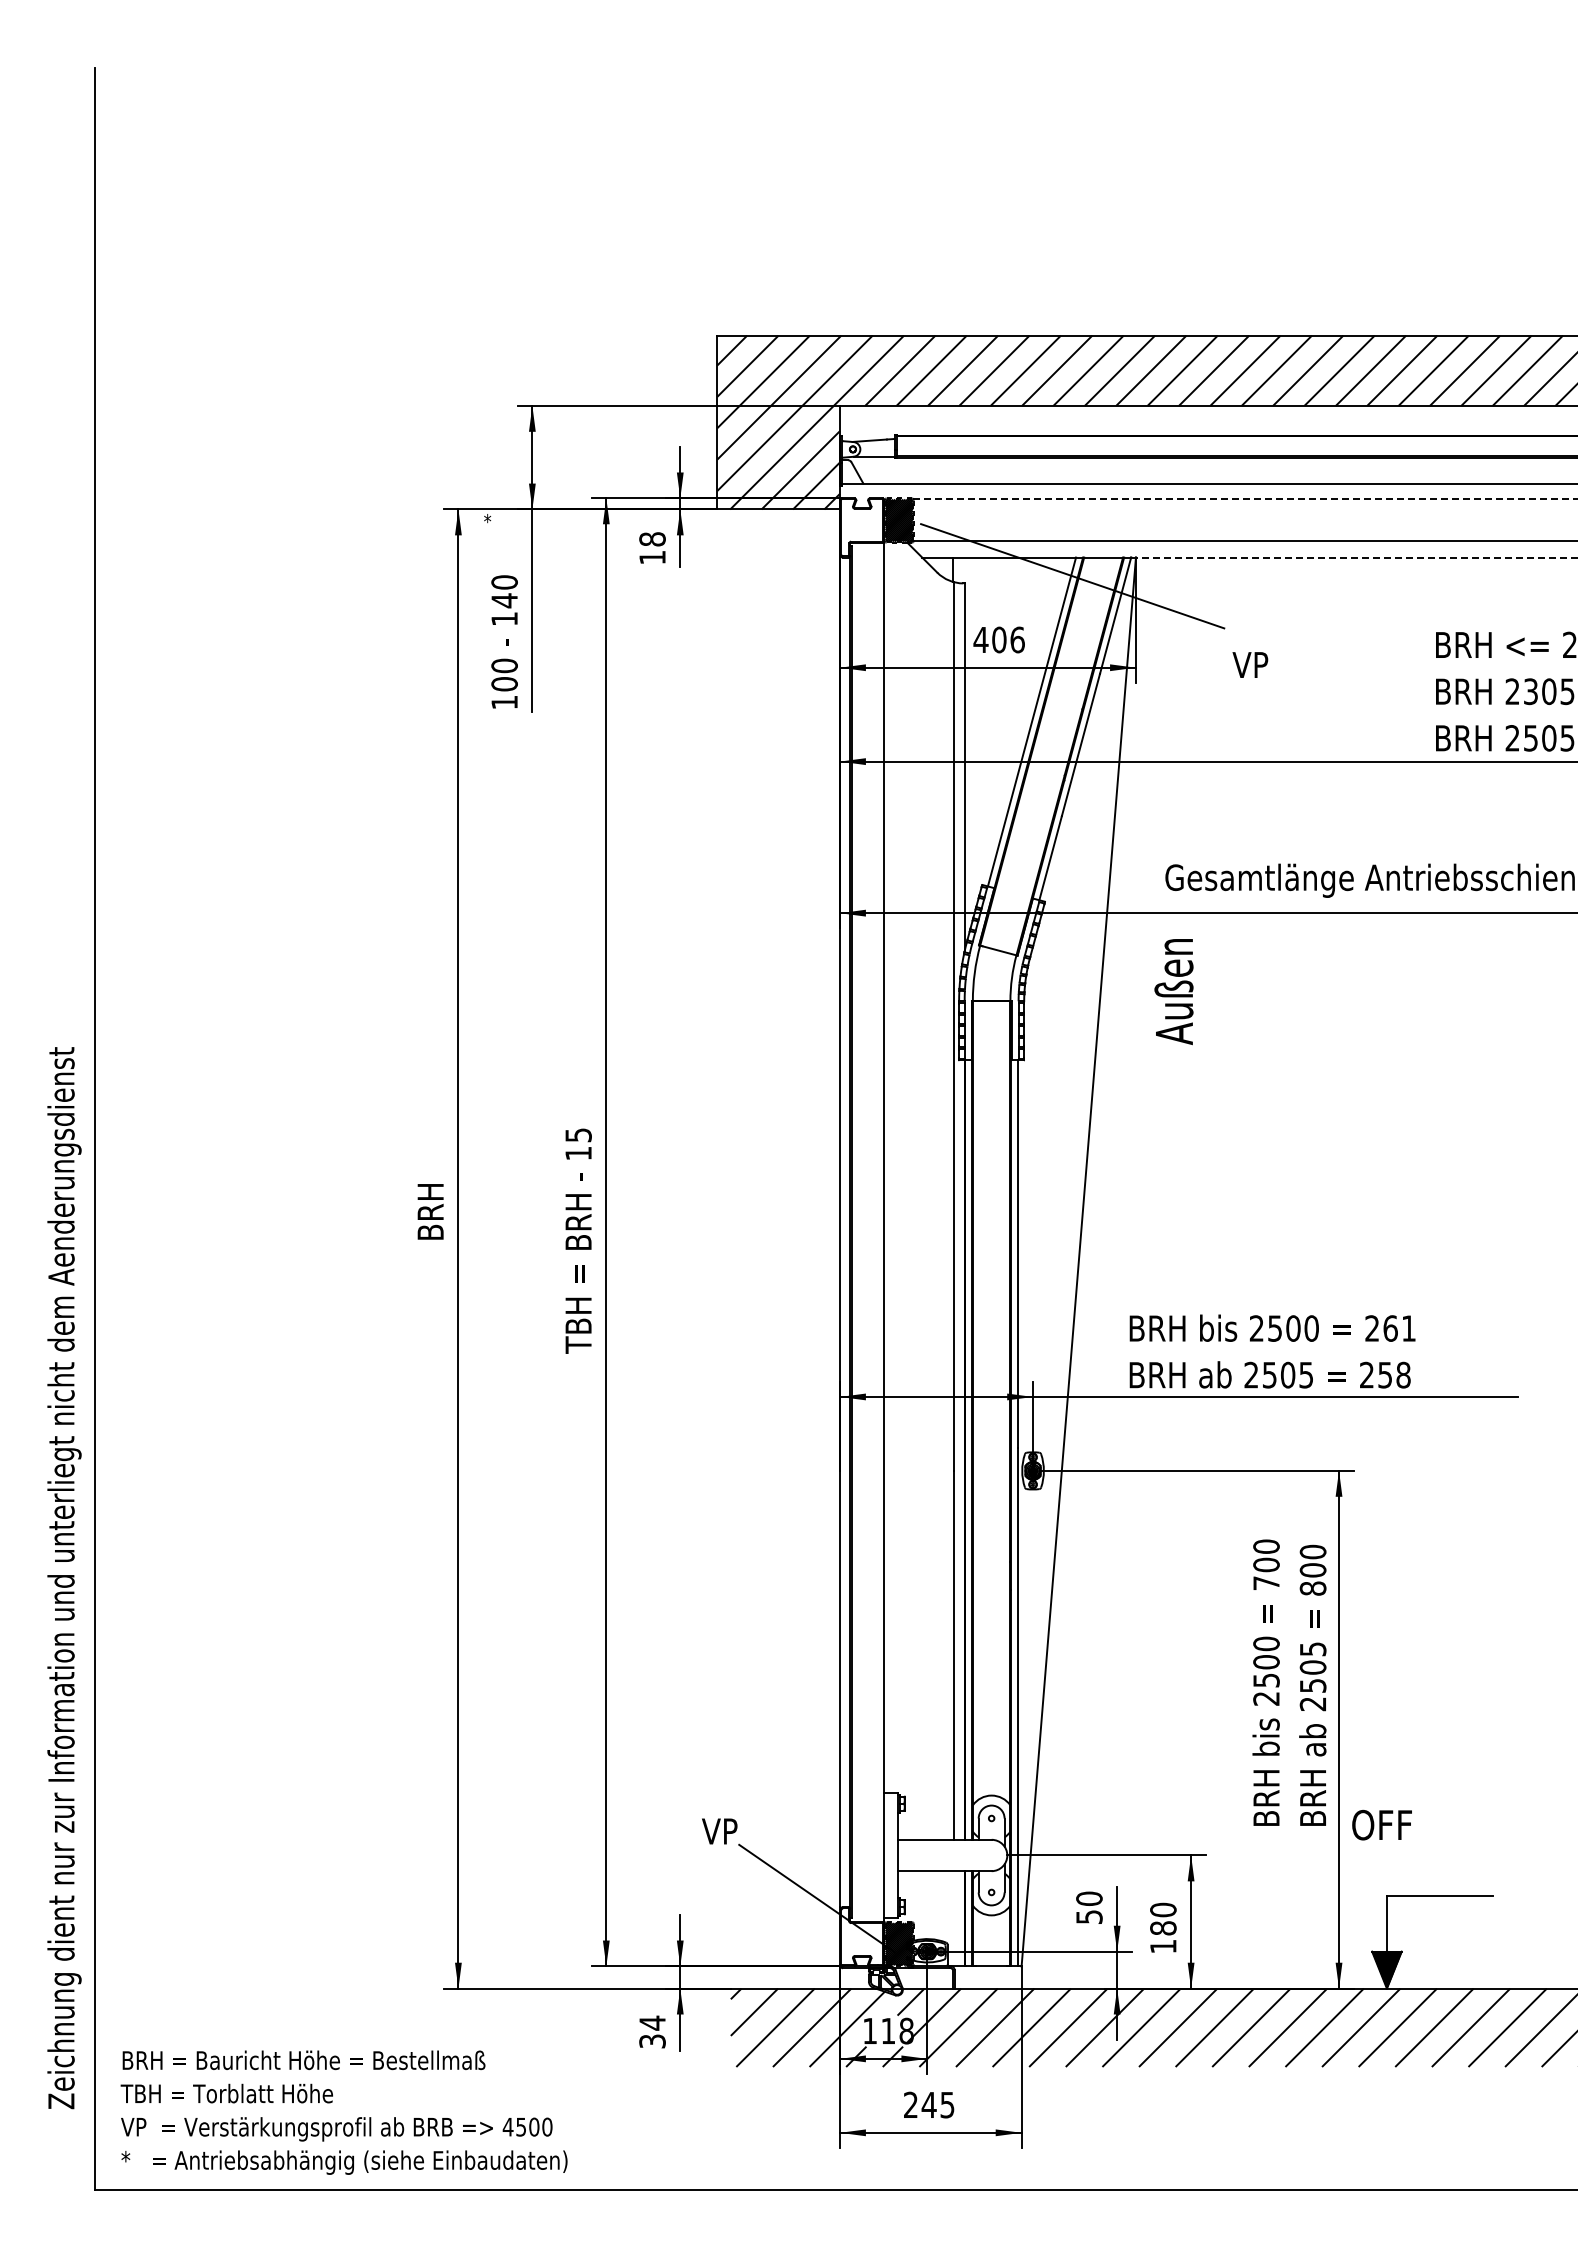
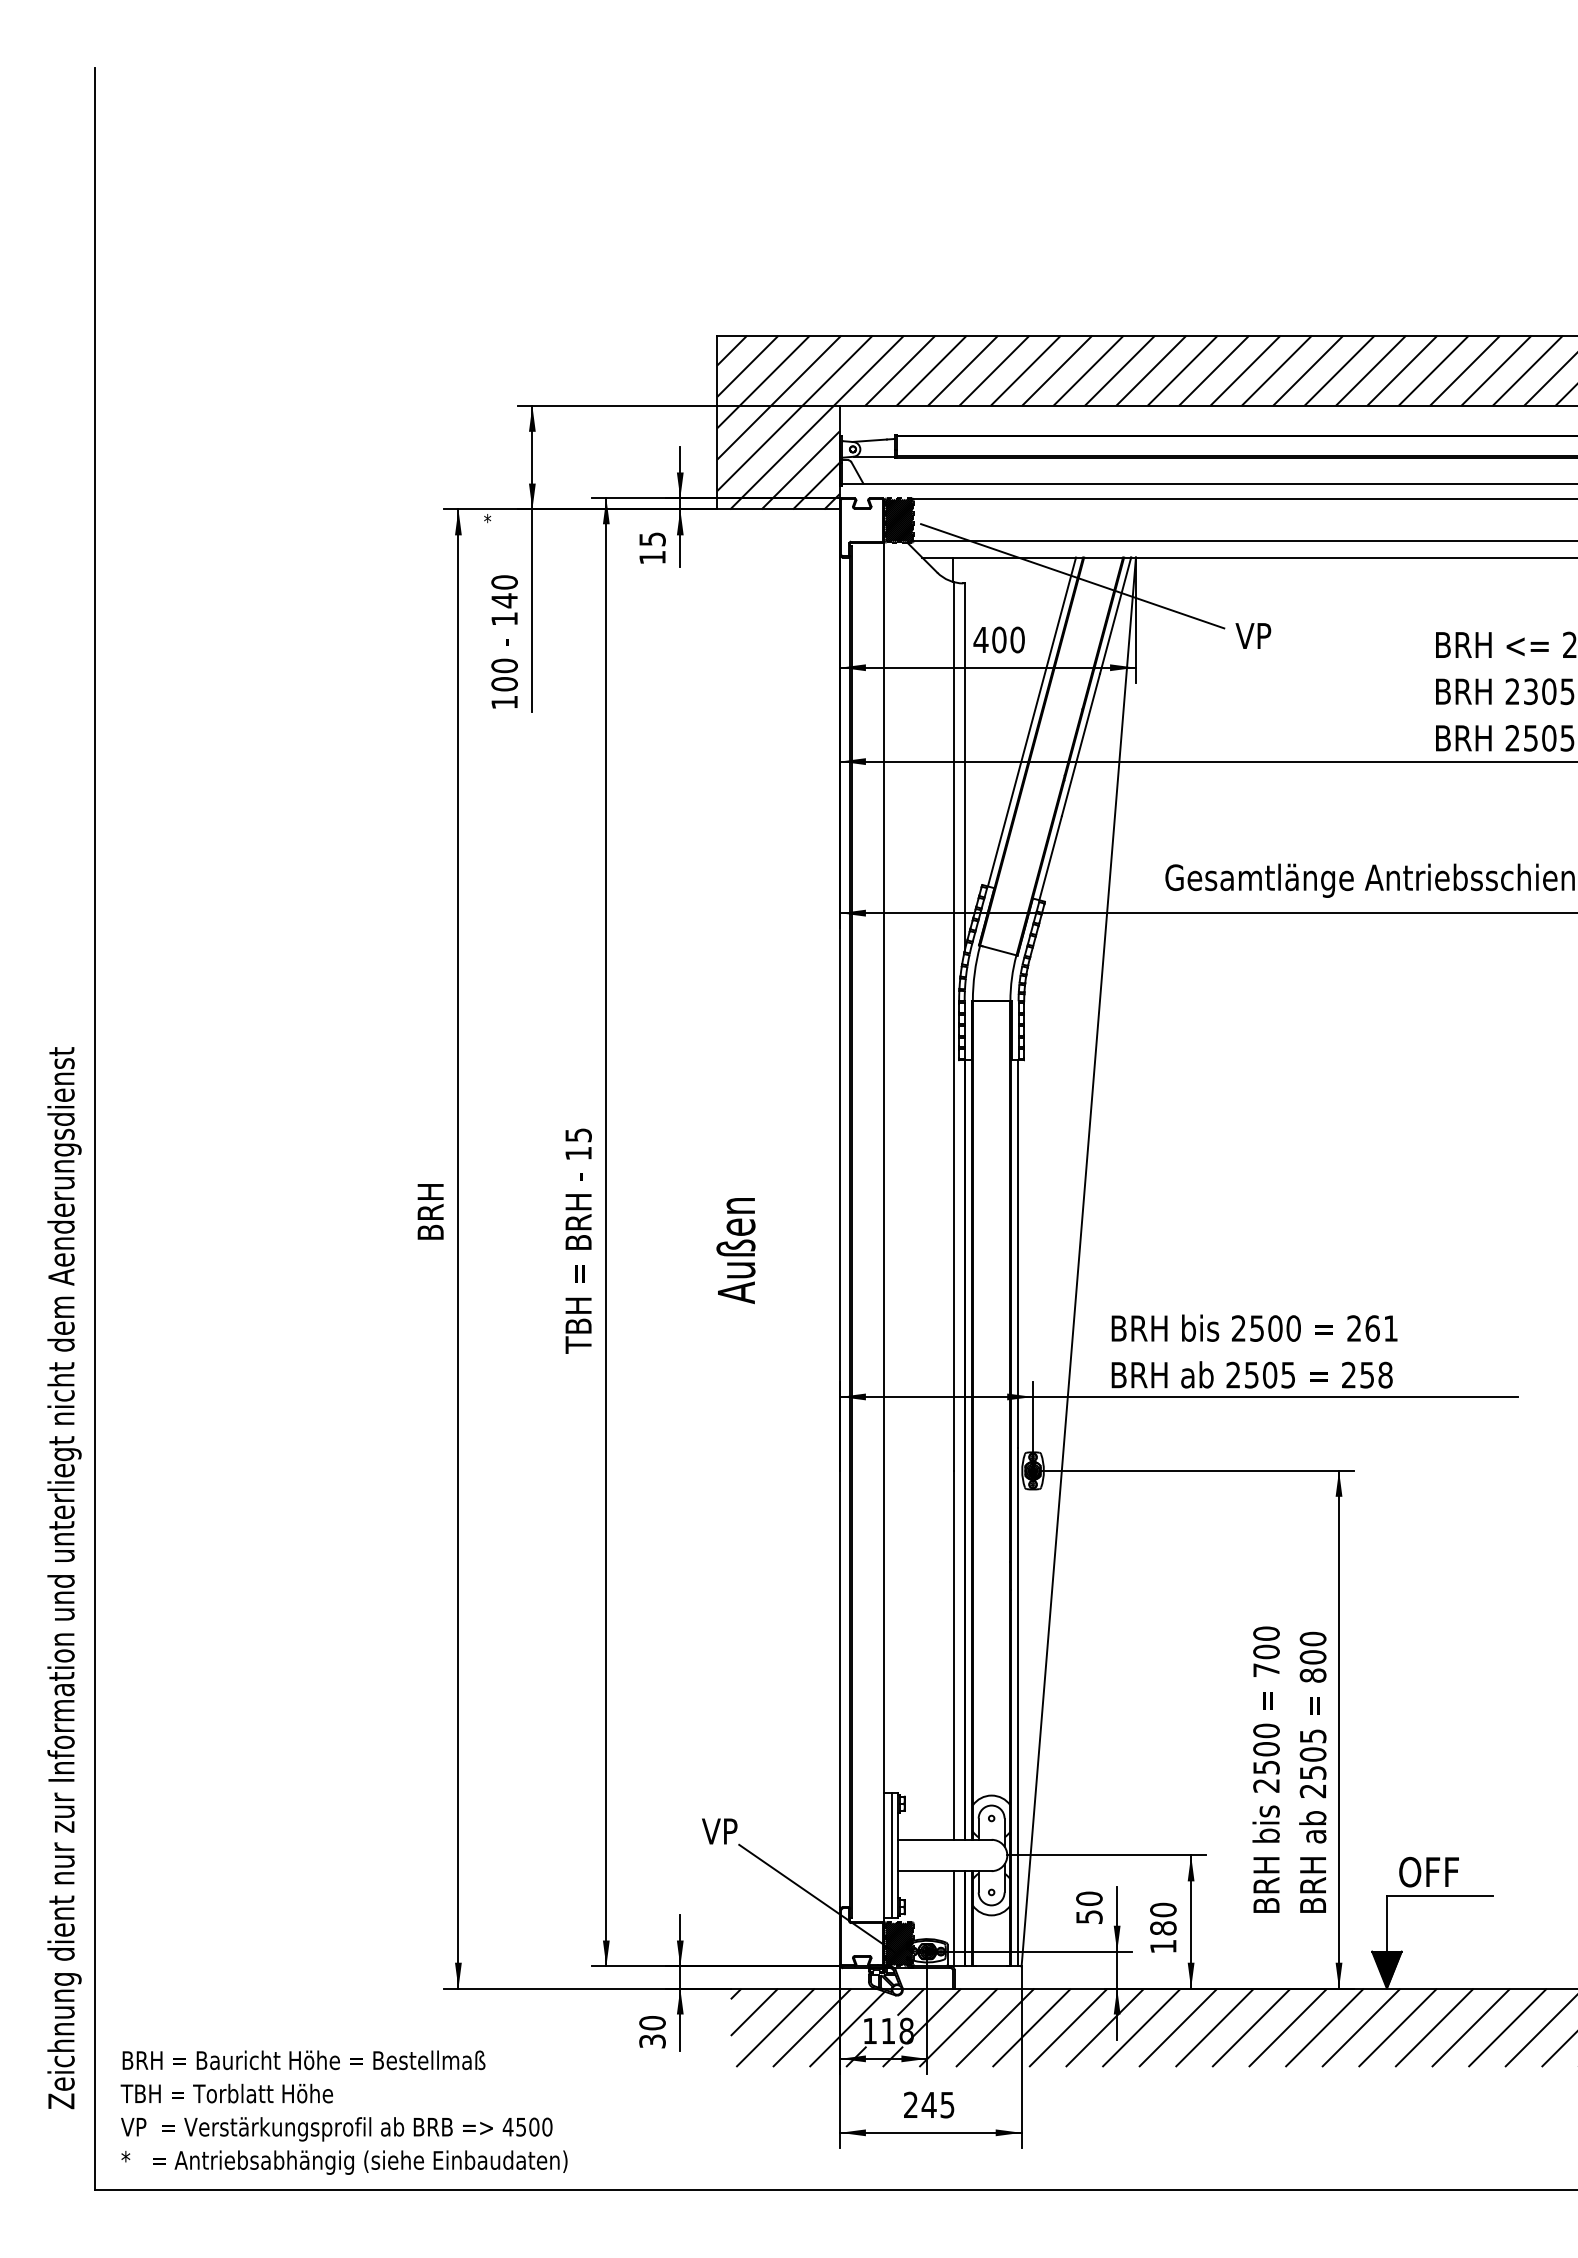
line at (1245, 498): dashed -> solid
text at (652, 539): 18 -> 15
line at (1356, 557): dashed -> solid
text at (1017, 639): 406 -> 400
text at (1250, 664) position: (1250, 664) -> (1253, 635)
text at (1173, 992) position: (1173, 992) -> (735, 1251)
text at (1272, 1351) position: (1272, 1351) -> (1254, 1351)
text at (1289, 1682) position: (1289, 1682) -> (1289, 1769)
text at (1381, 1824) position: (1381, 1824) -> (1428, 1871)
line at (891, 1855): none -> present
line at (953, 1918): none -> present
text at (652, 2022): 34 -> 30
